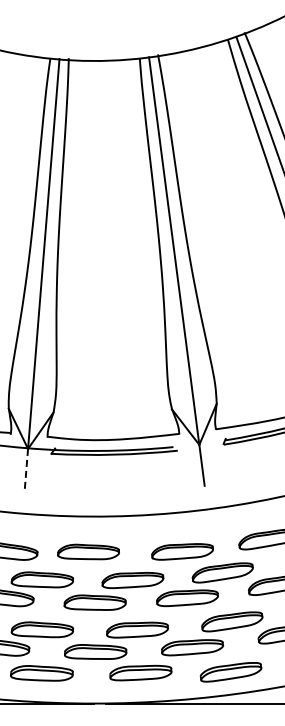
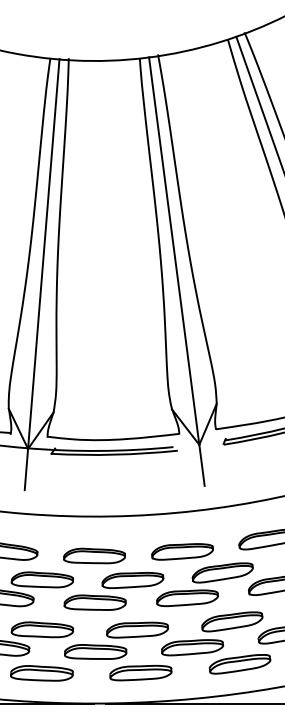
line at (26, 469): dashed -> solid
part at (88, 551) position: (88, 551) -> (94, 555)
part at (230, 672) position: (230, 672) -> (239, 664)
